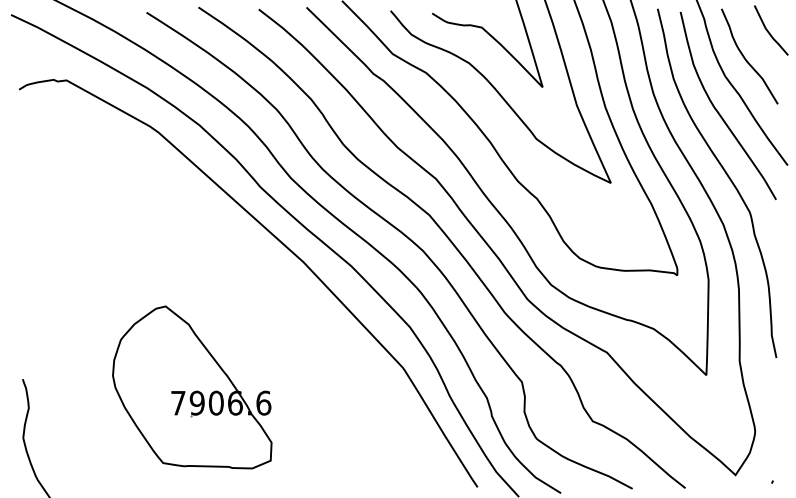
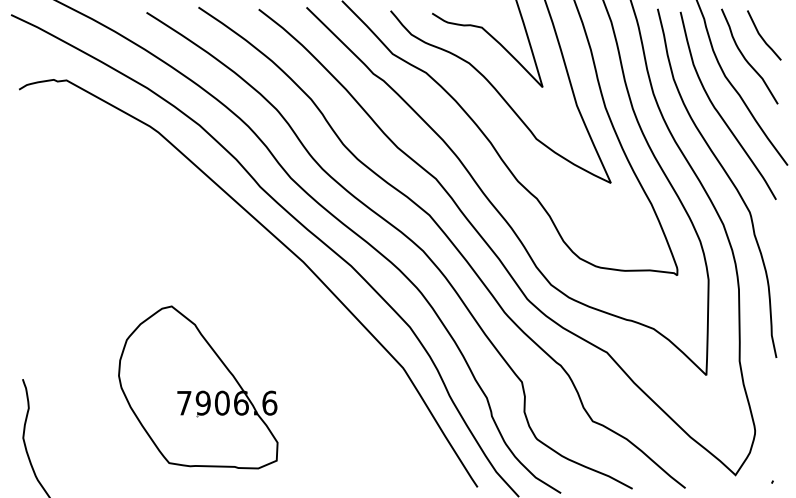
curve at (769, 31) position: (769, 31) -> (762, 36)
part at (192, 387) position: (192, 387) -> (198, 387)
